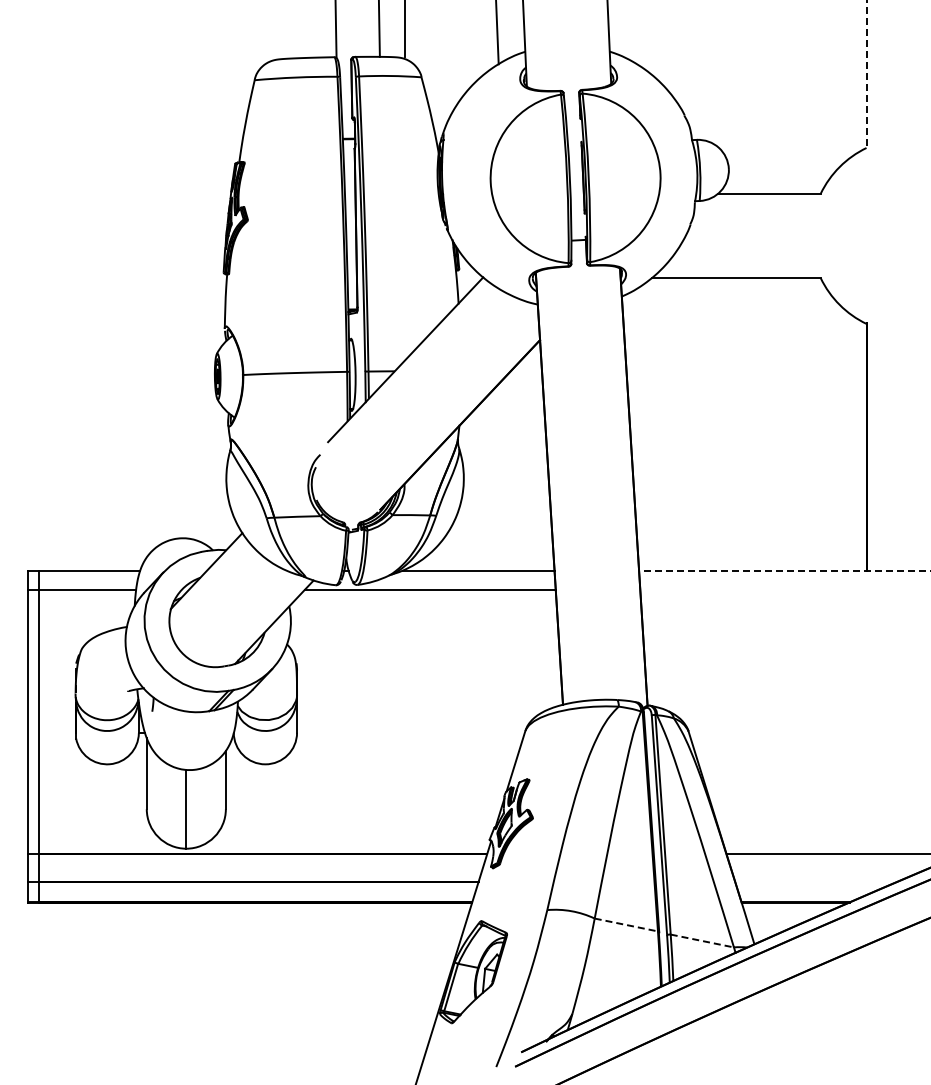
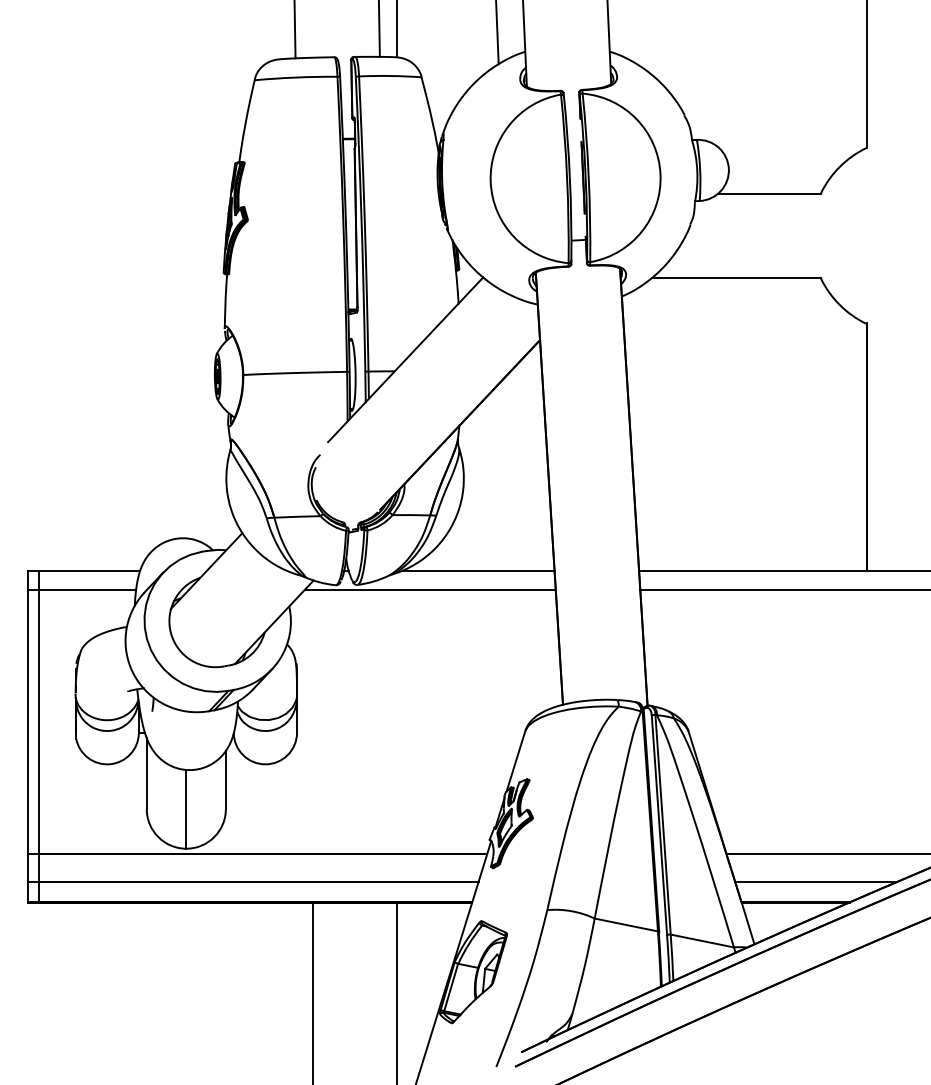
line at (335, 29) position: (335, 29) -> (294, 30)
line at (405, 29) position: (405, 29) -> (397, 29)
line at (866, 74): dashed -> solid
line at (784, 570): dashed -> solid
line at (783, 589): none -> present
line at (816, 882): none -> present
line at (626, 925): dashed -> solid
line at (702, 941): dashed -> solid
line at (312, 991): none -> present
line at (397, 991): none -> present
